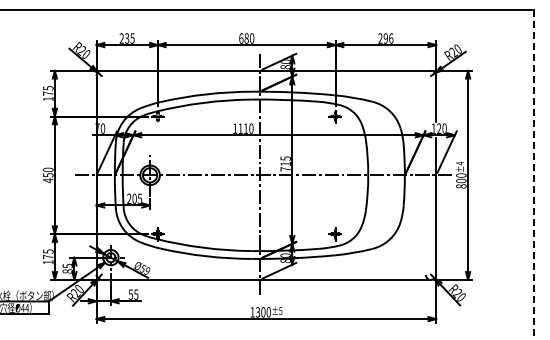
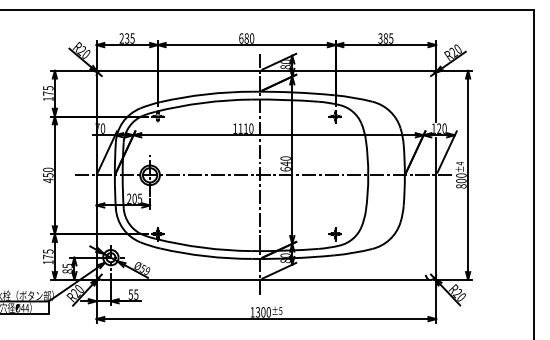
text at (385, 38): 296 -> 385
text at (285, 163): 715 -> 640
line at (533, 174): dashed -> solid
